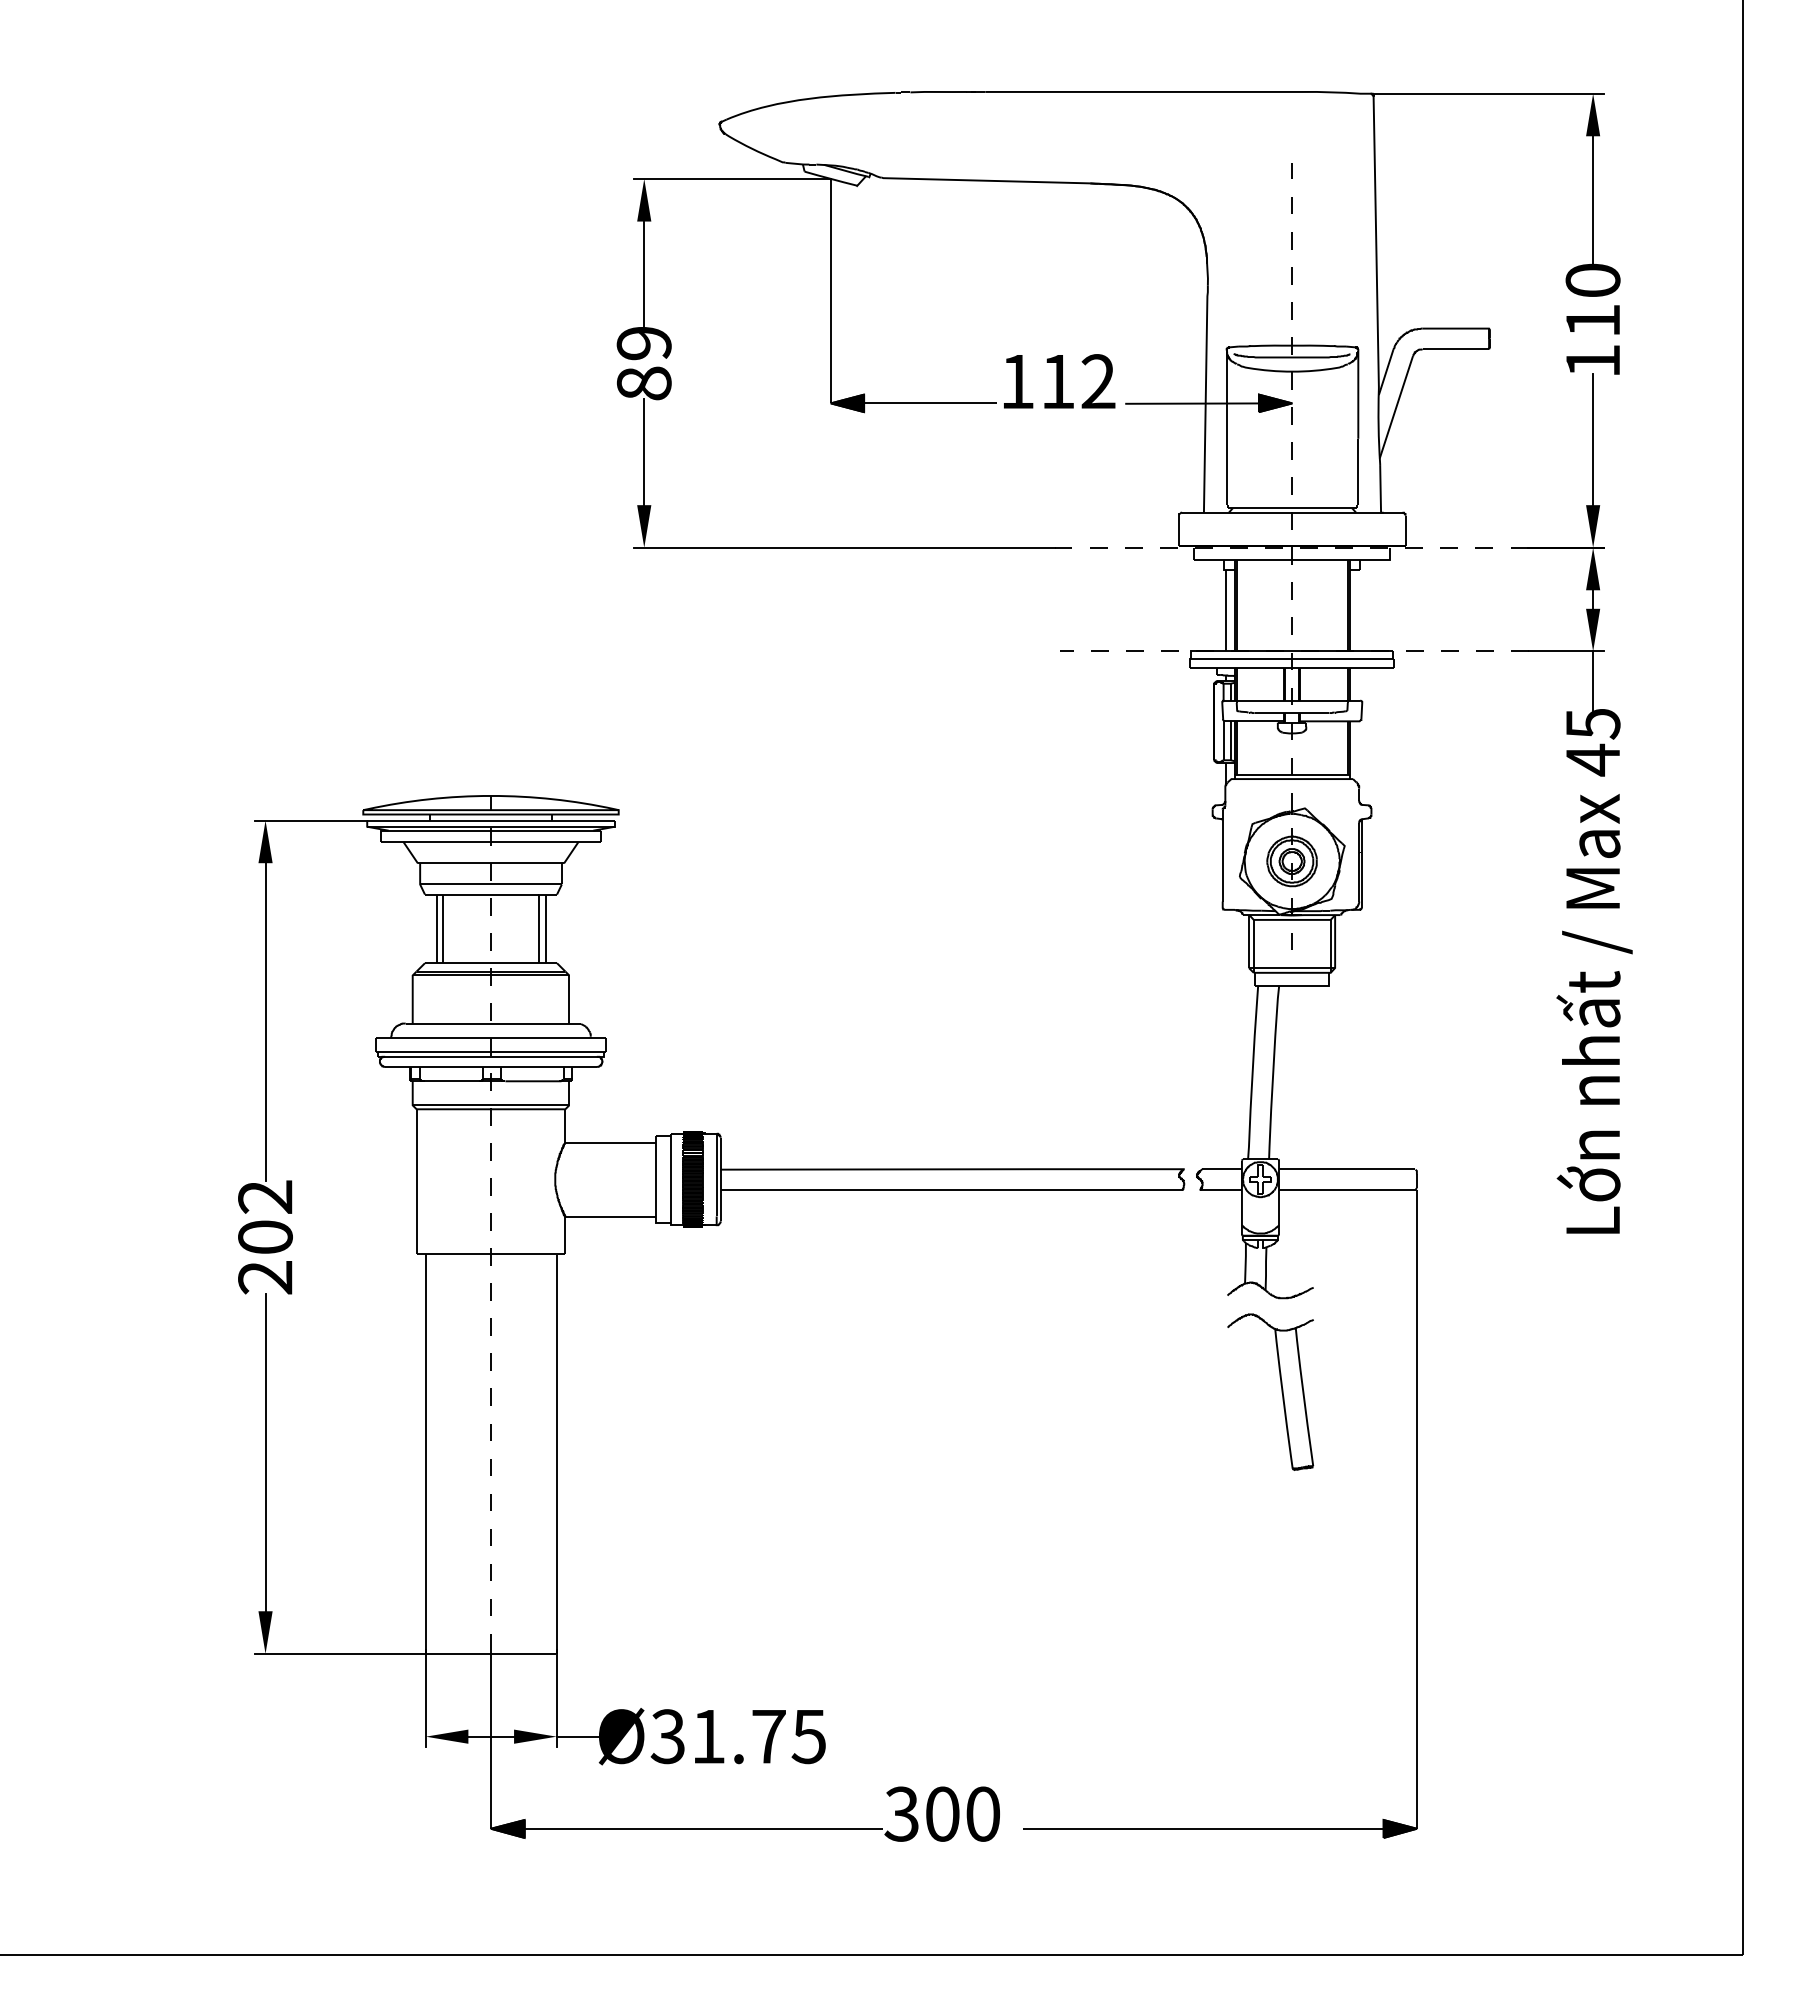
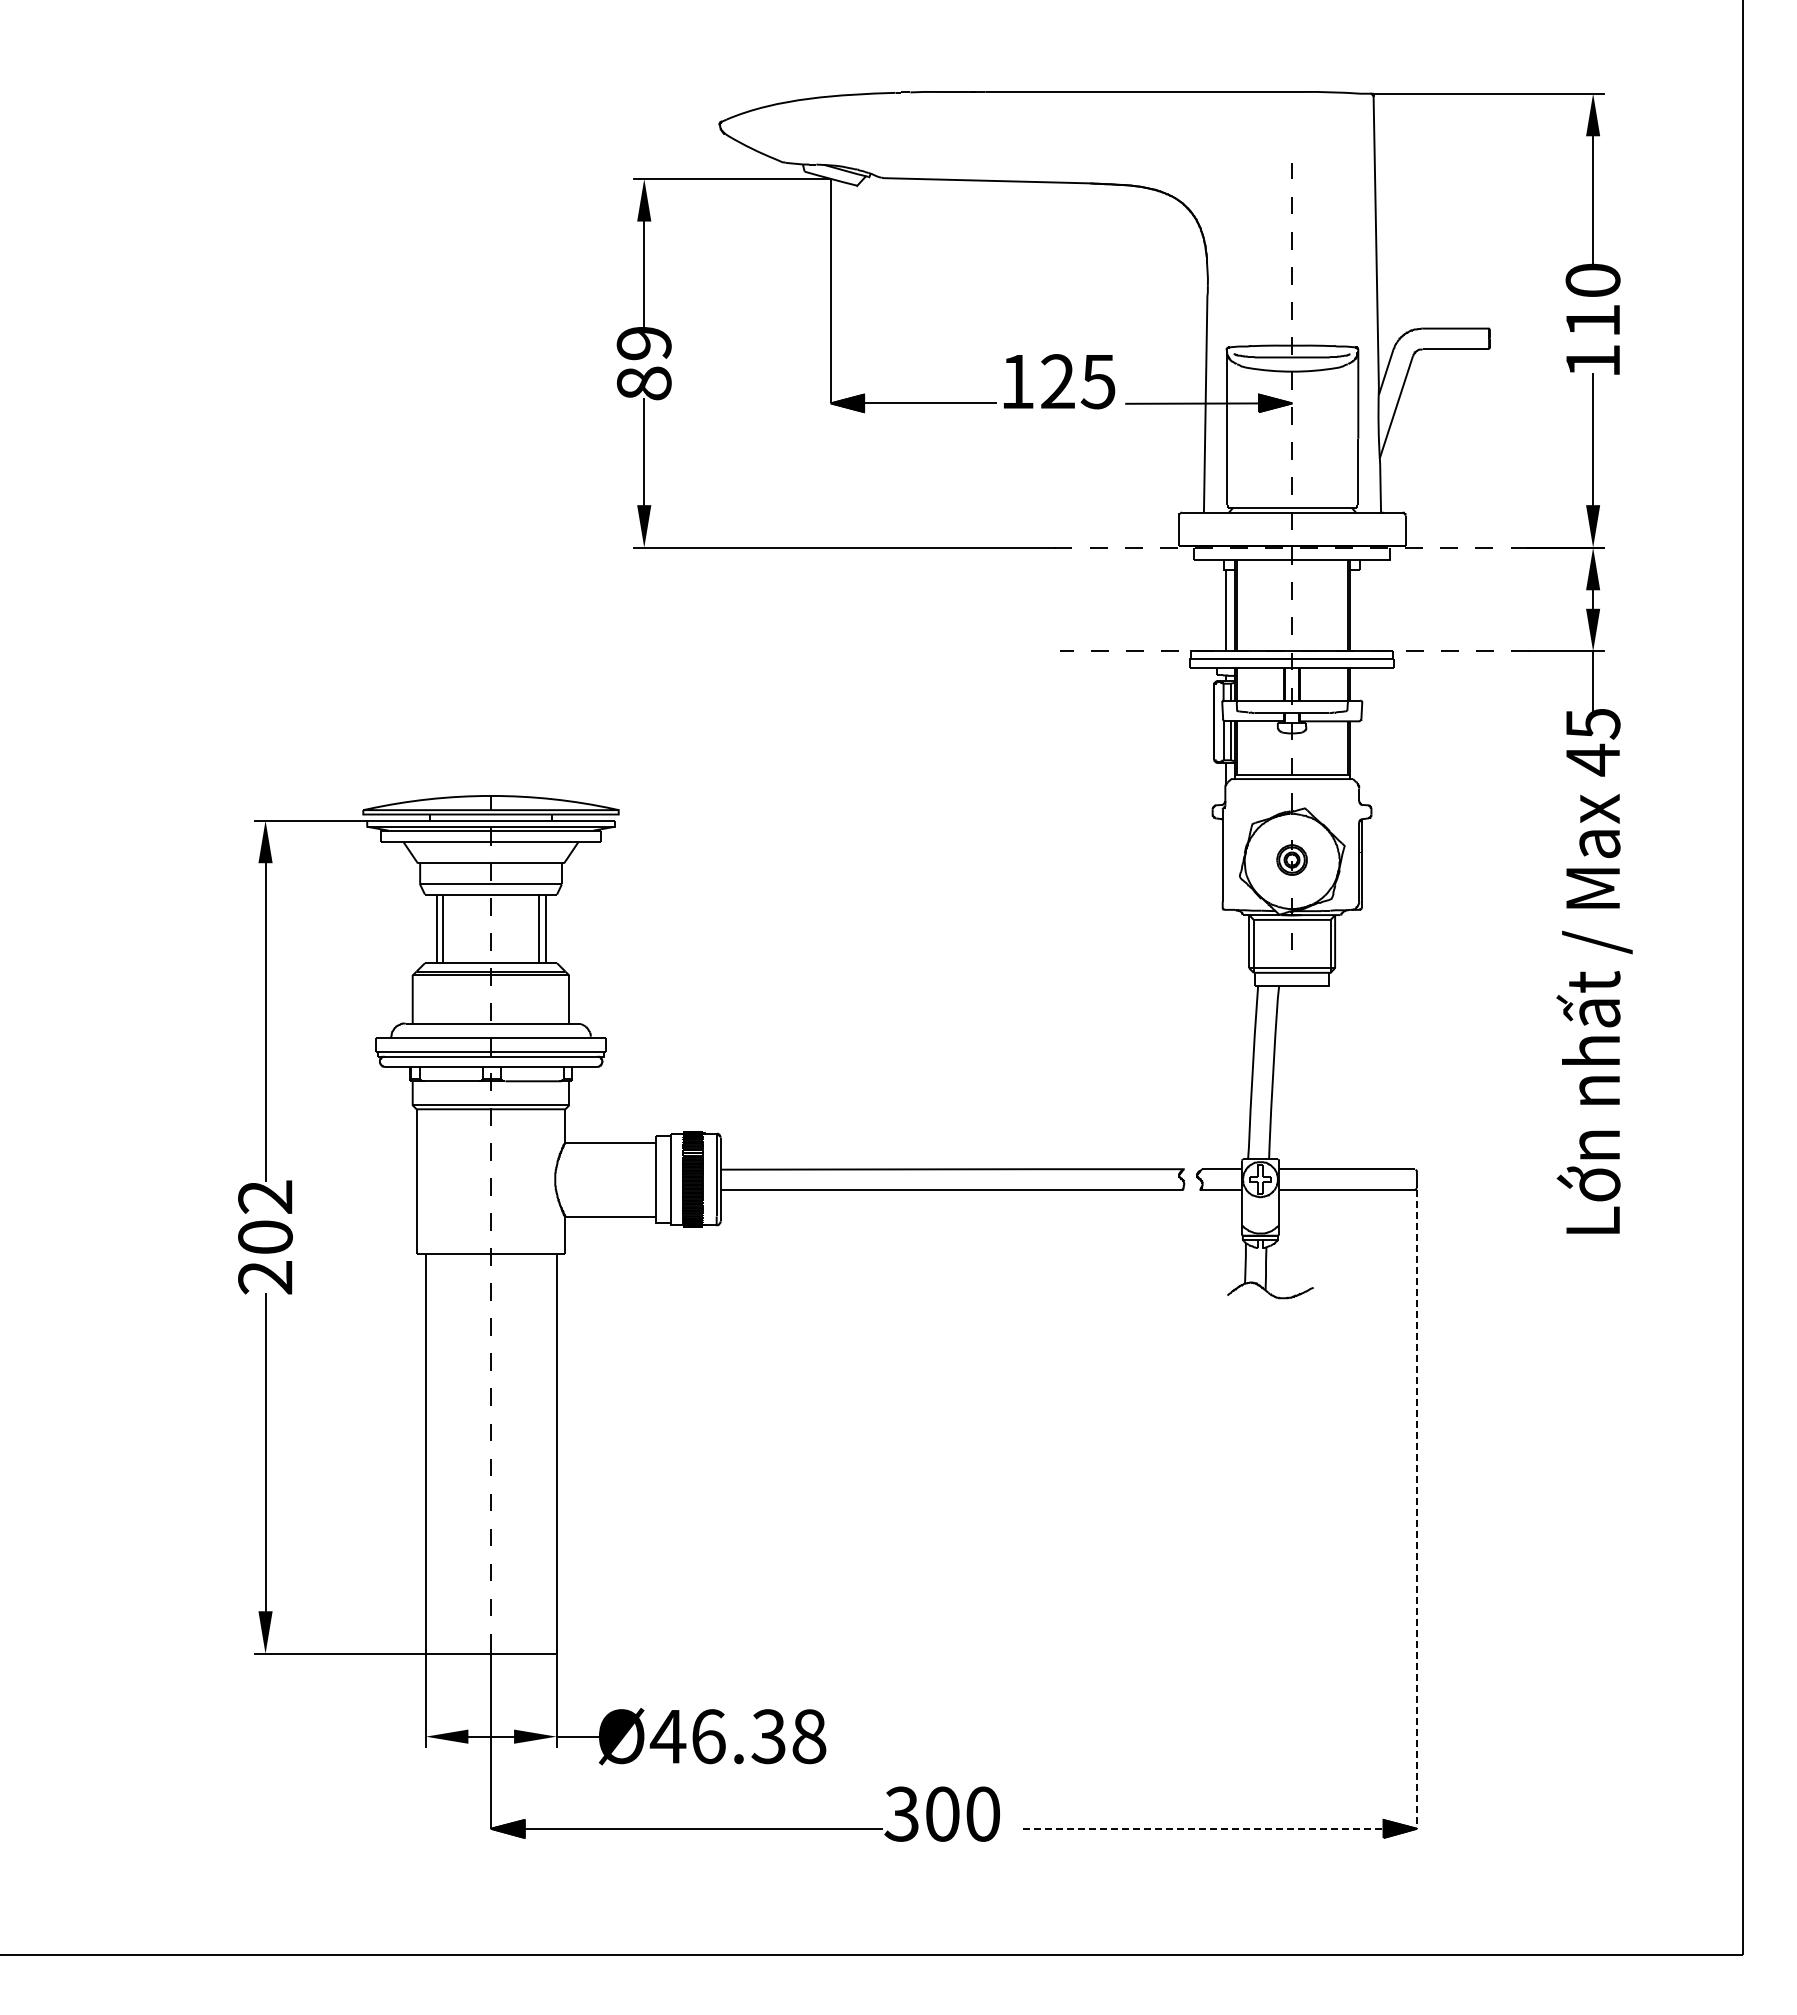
text at (1078, 381): 112 -> 125
part at (1291, 857) size: 52x60 px -> 32x36 px
part at (1281, 1391): present -> none
line at (1416, 1509): solid -> dashed
text at (737, 1736): Ø31.75 -> Ø46.38
line at (1214, 1828): solid -> dashed
